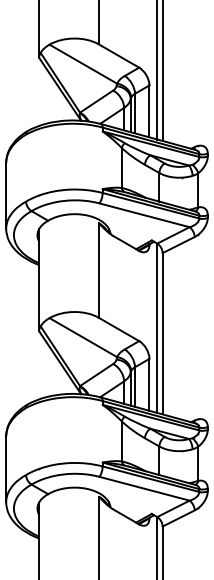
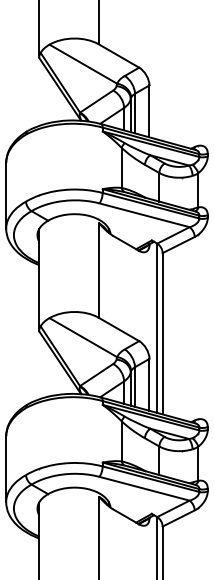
line at (157, 70): present -> none
line at (162, 71): present -> none
